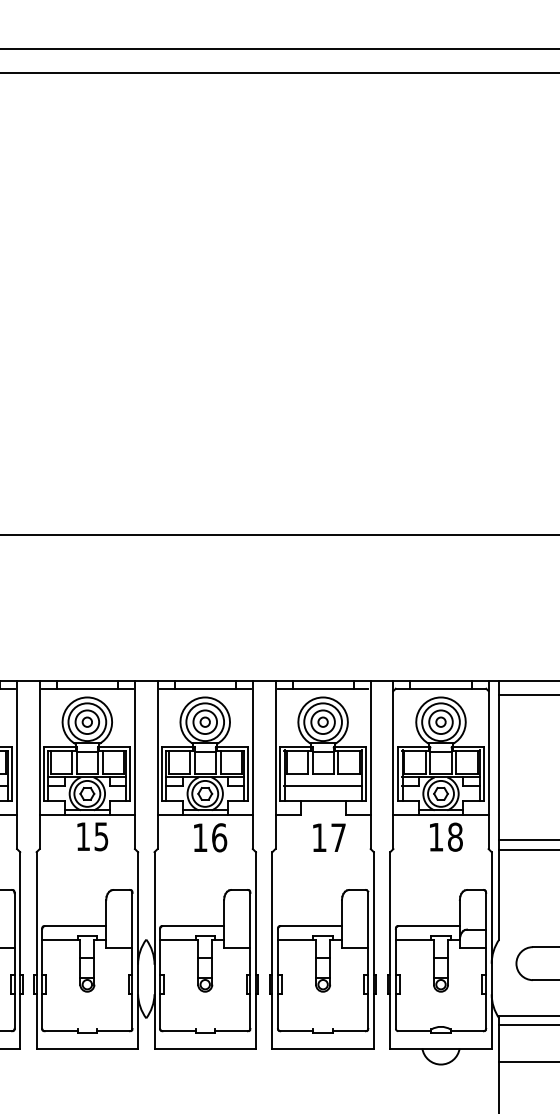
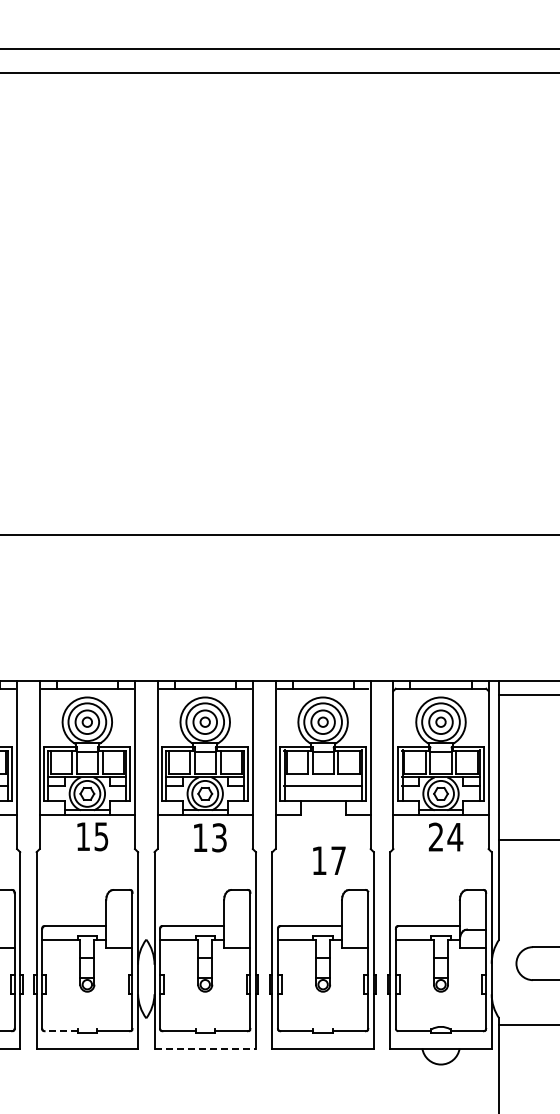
text at (445, 836): 18 -> 24
text at (219, 837): 16 -> 13
text at (329, 837) position: (329, 837) -> (329, 860)
line at (527, 849): present -> none
line at (526, 1015): present -> none
line at (61, 1031): solid -> dashed
line at (205, 1048): solid -> dashed
line at (527, 1061): present -> none
